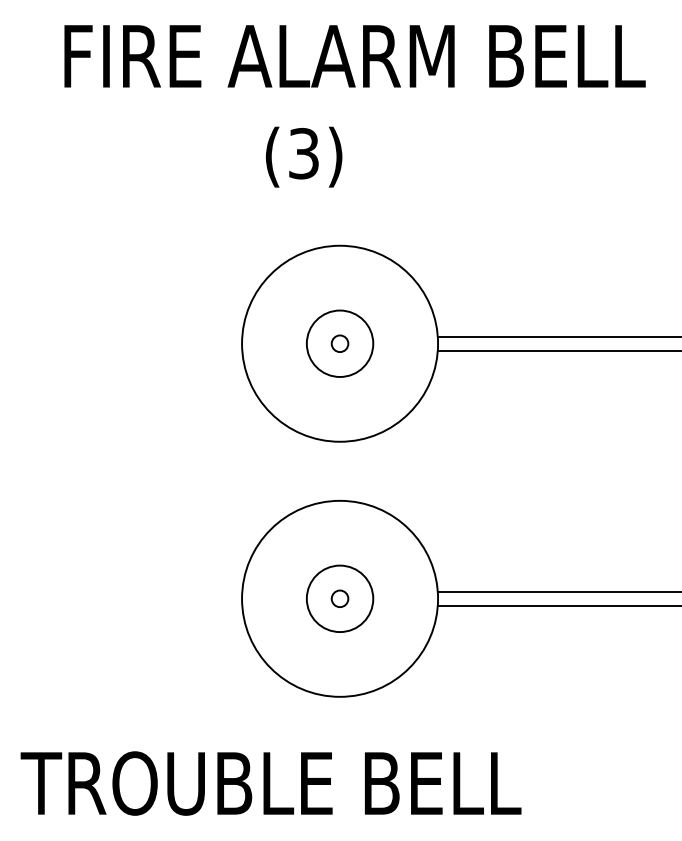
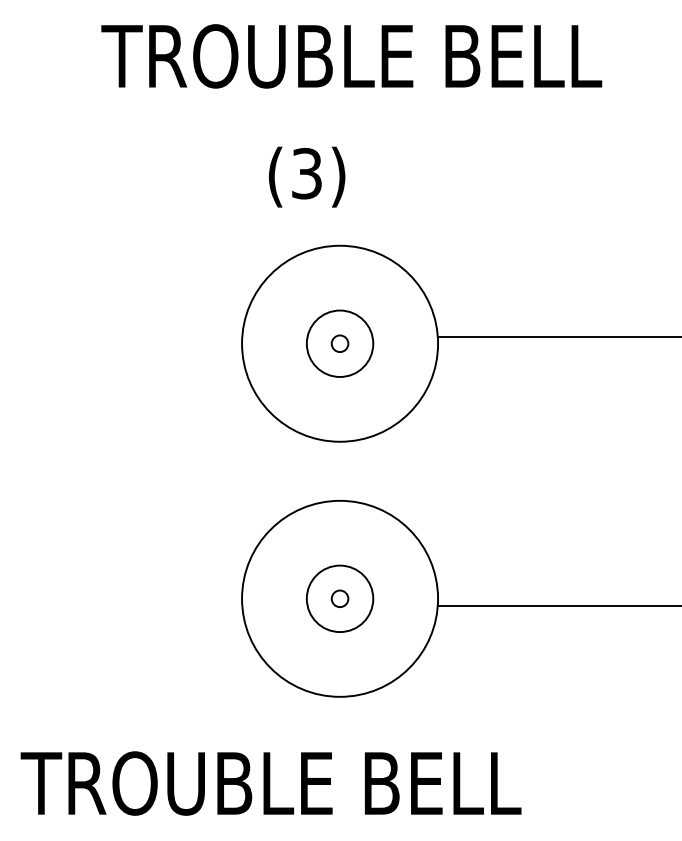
text at (354, 56): FIRE ALARM BELL -> TROUBLE BELL
text at (303, 156) position: (303, 156) -> (306, 176)
line at (557, 350): present -> none
line at (557, 591): present -> none
